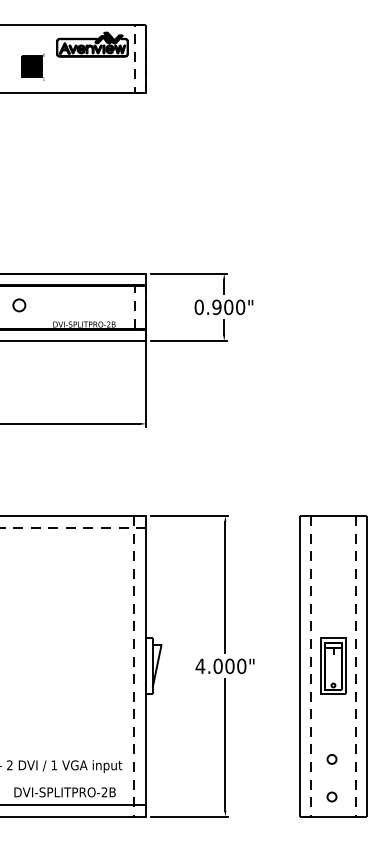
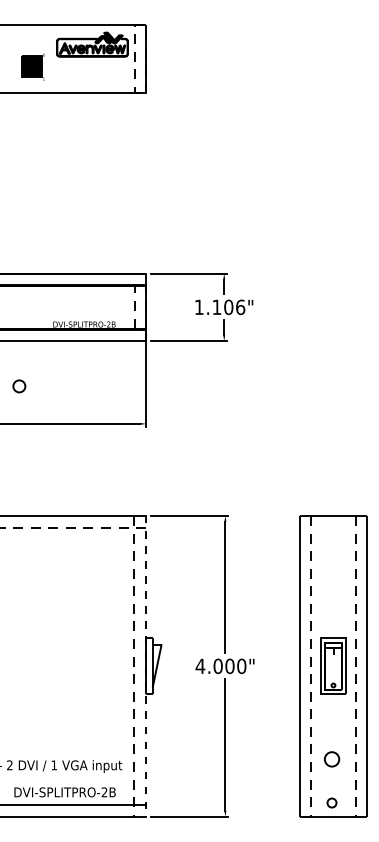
circle at (19, 305) position: (19, 305) -> (19, 386)
text at (219, 307): 0.900" -> 1.106"
line at (146, 666): solid -> dashed
circle at (331, 759) size: 12x11 px -> 17x17 px
circle at (331, 796) position: (331, 796) -> (331, 802)
